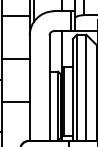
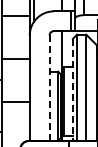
line at (49, 88): solid -> dashed
line at (72, 89): solid -> dashed
